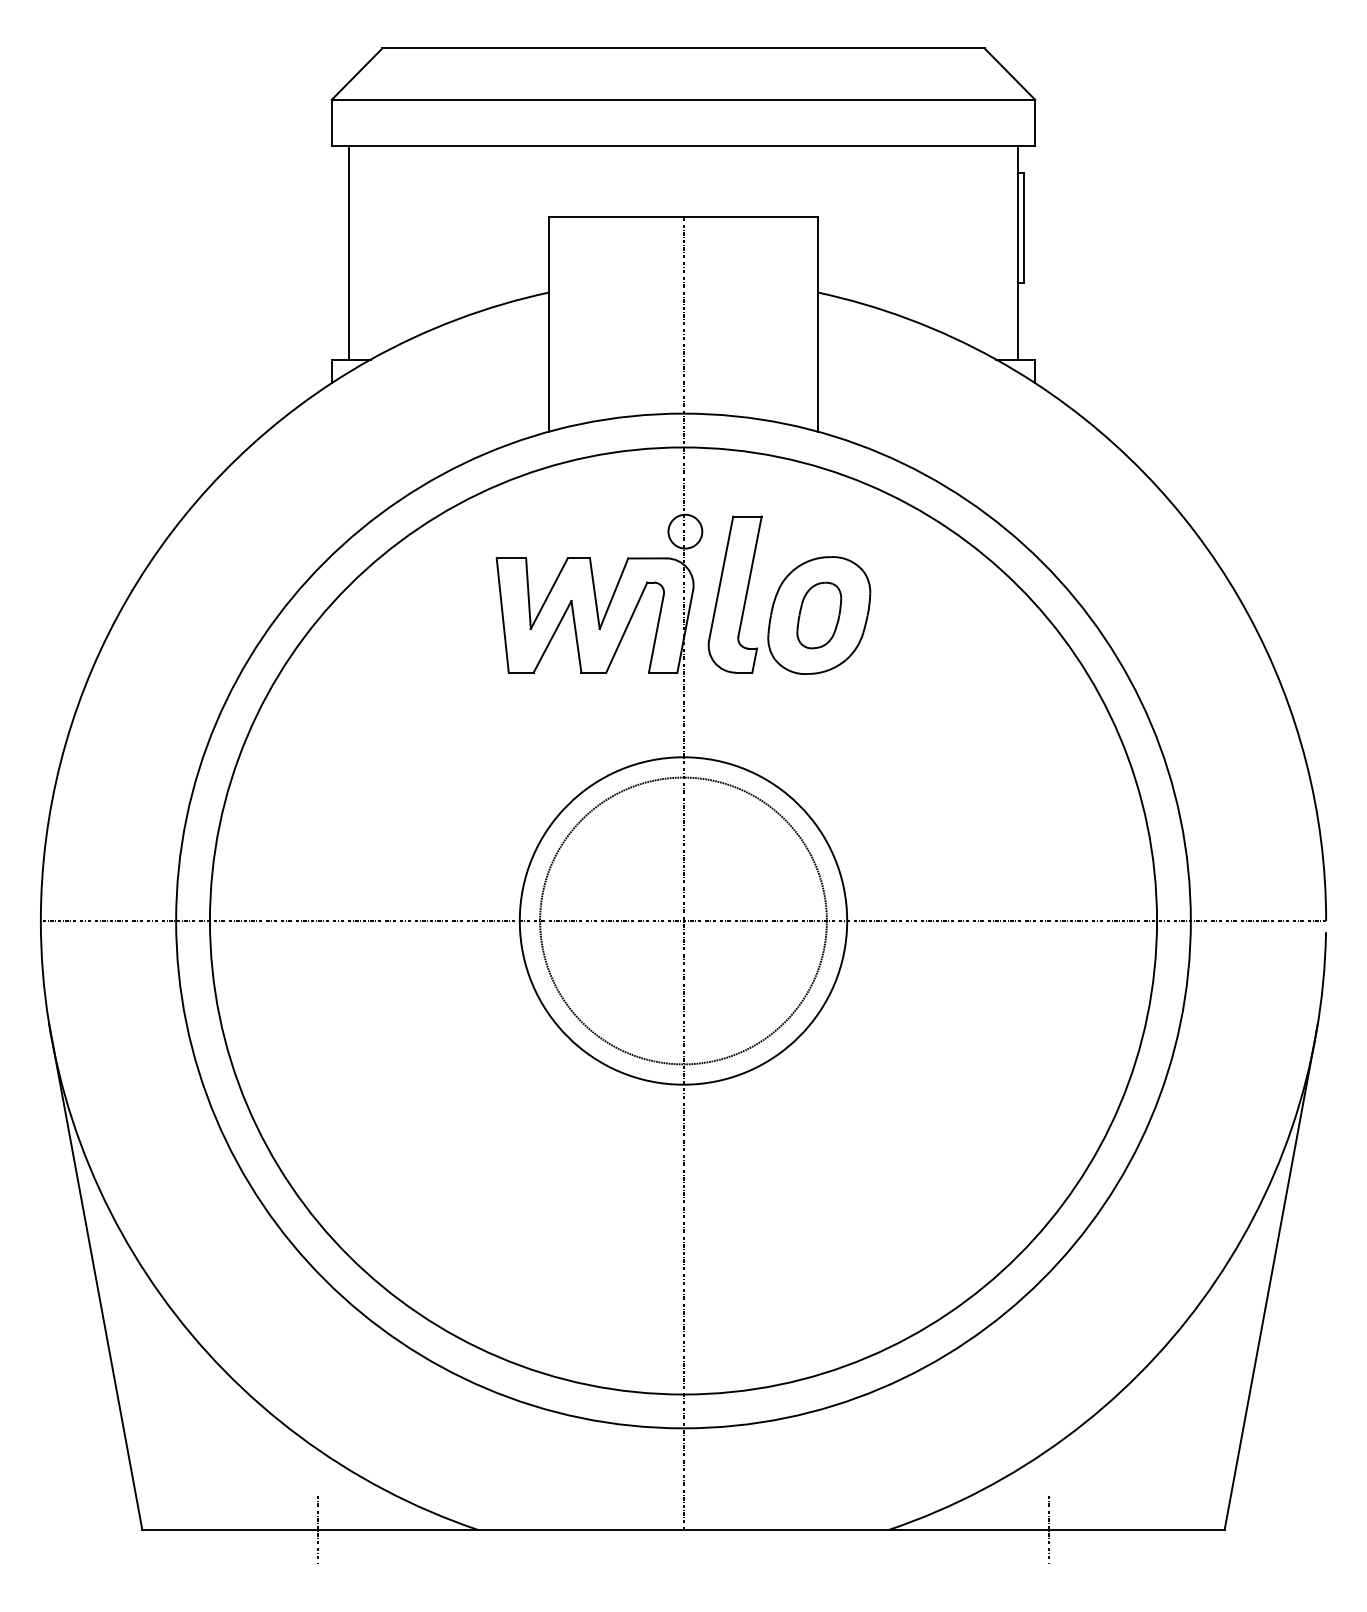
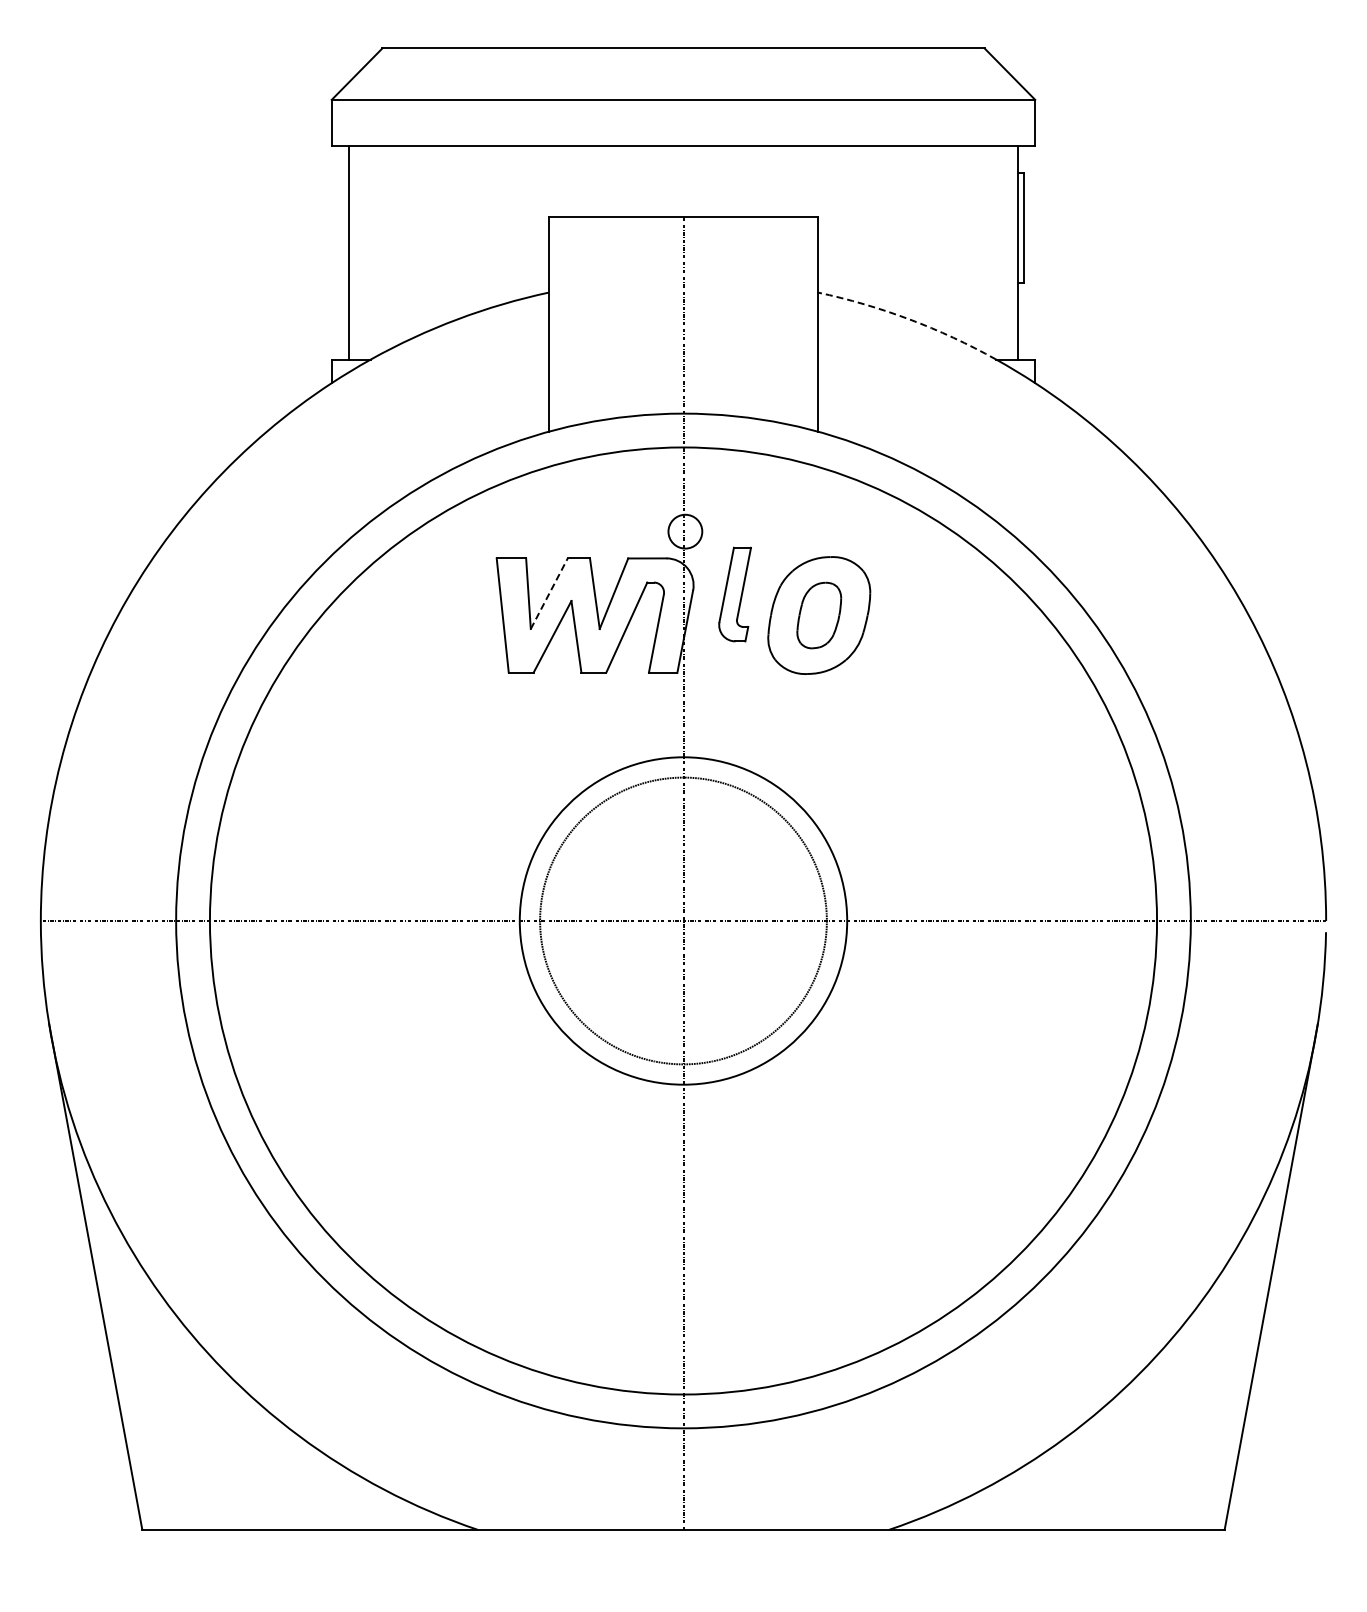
arc at (909, 319): solid -> dashed
line at (549, 593): solid -> dashed
part at (734, 594) size: 56x159 px -> 34x97 px
line at (318, 1529): present -> none
line at (1048, 1529): present -> none
